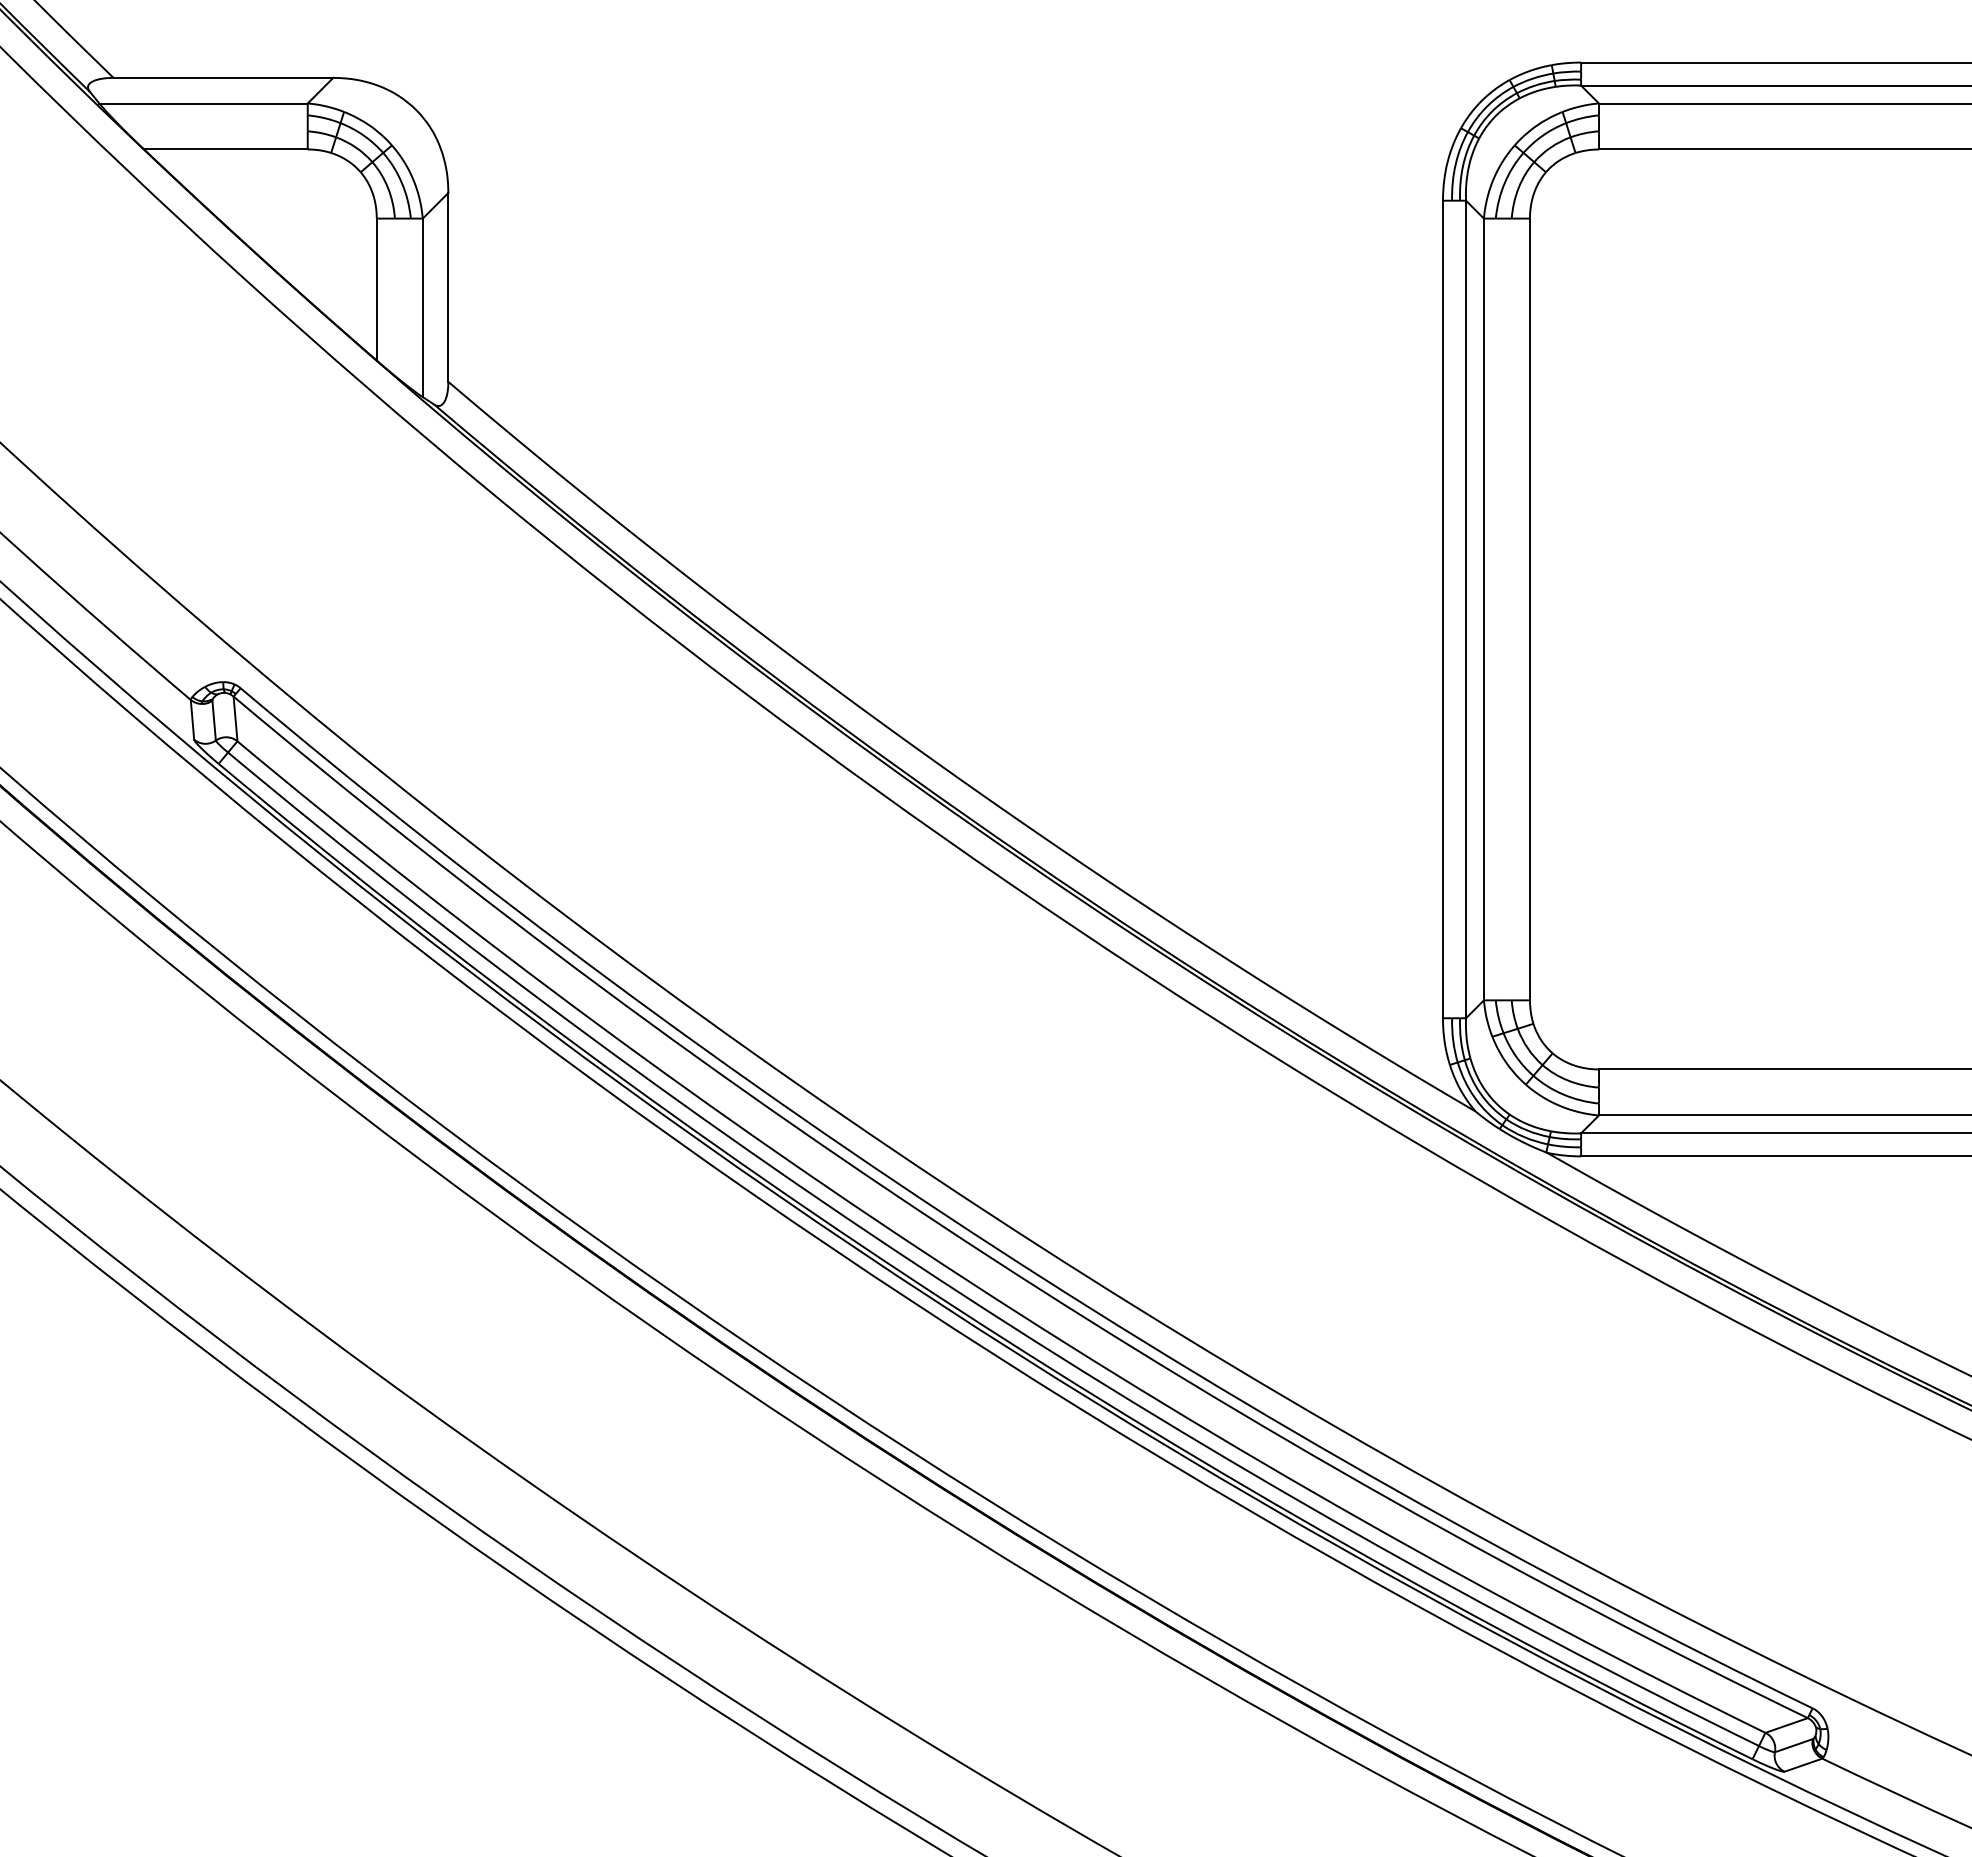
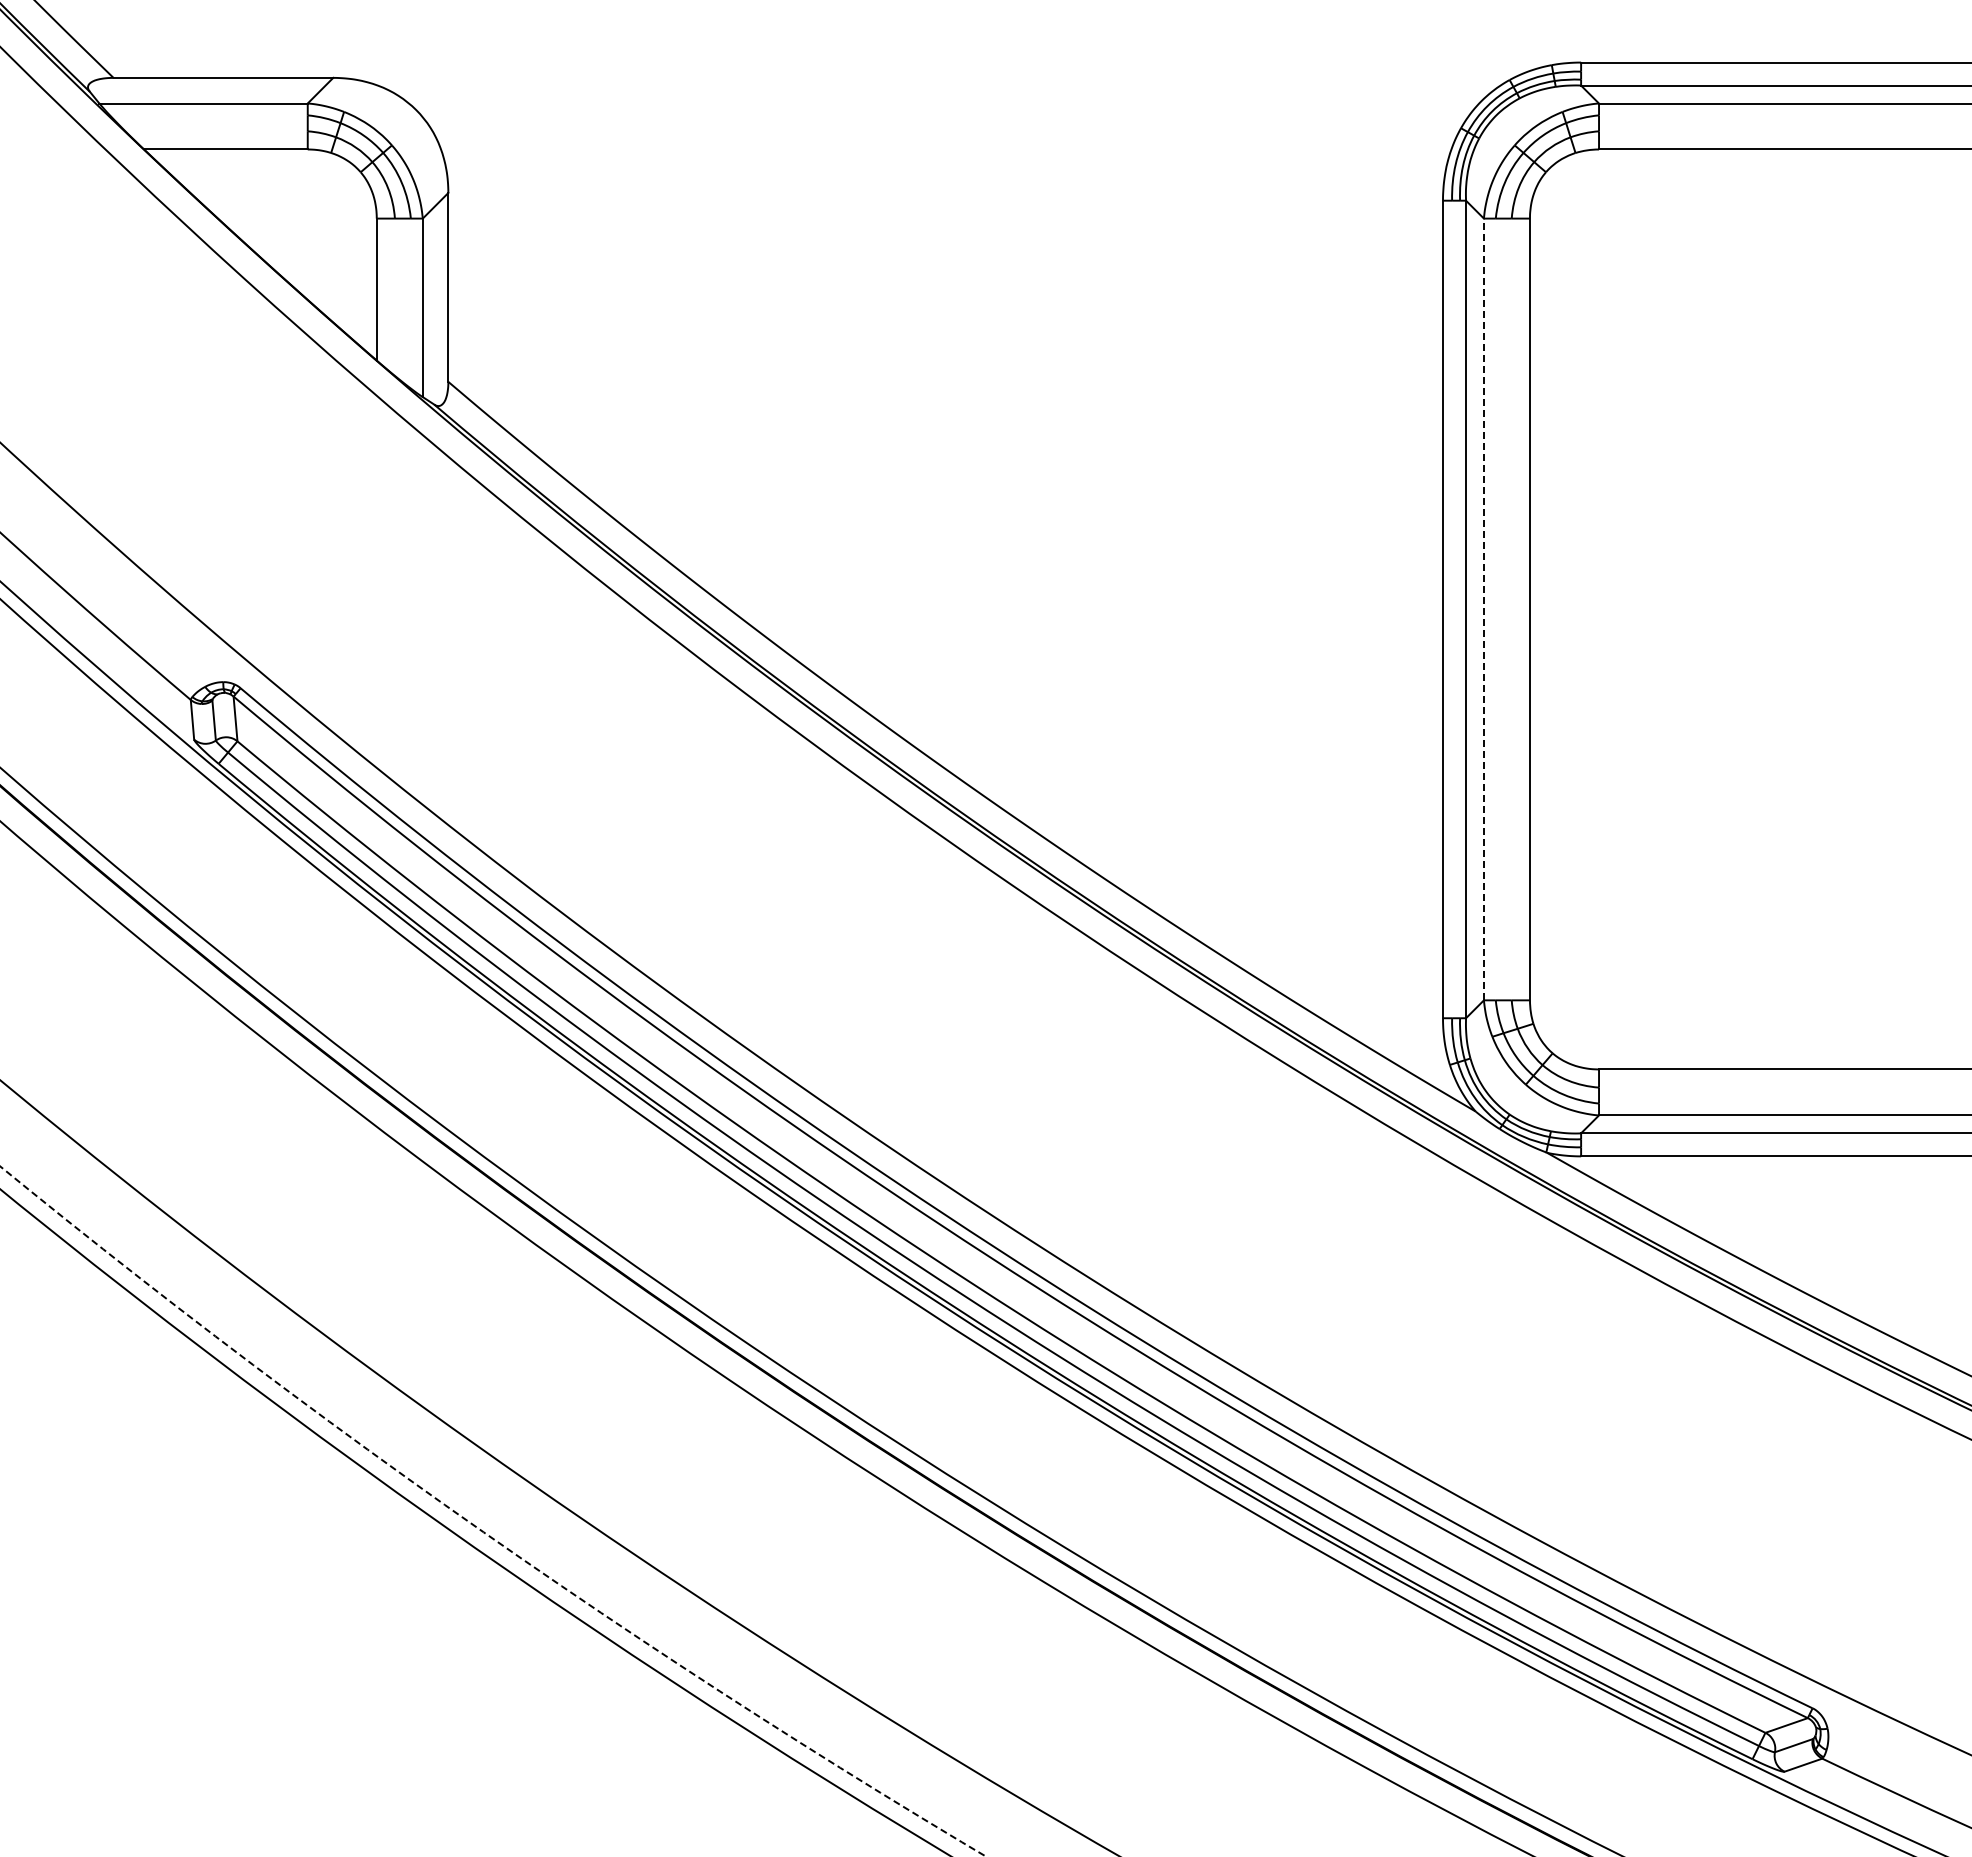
line at (1483, 609): solid -> dashed
arc at (480, 1529): solid -> dashed
